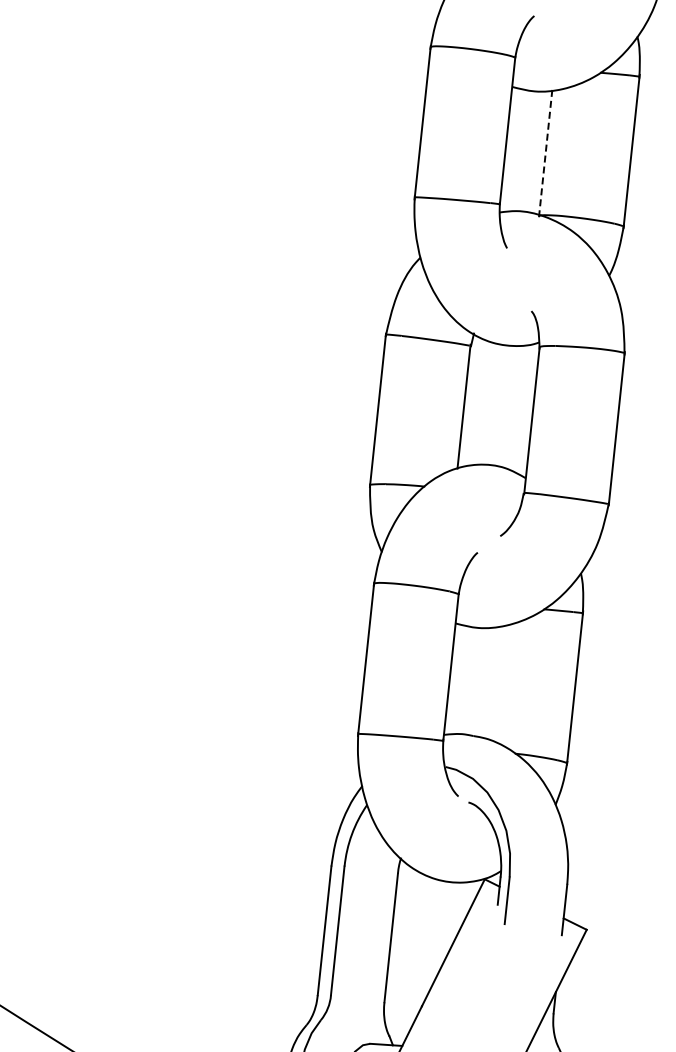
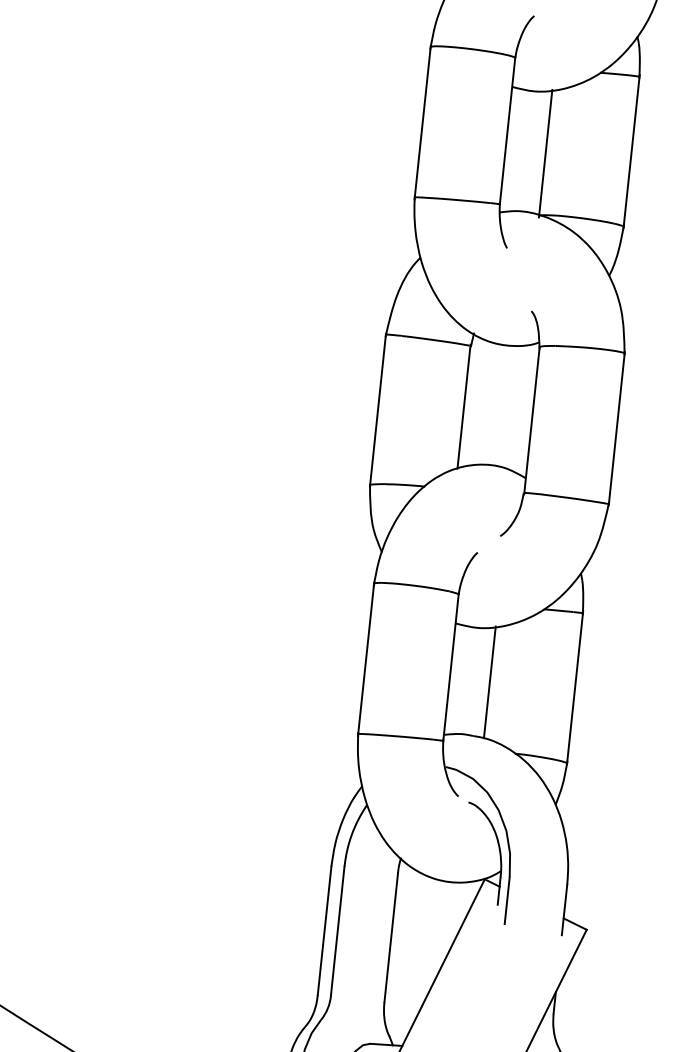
line at (545, 154): dashed -> solid
line at (489, 682): none -> present
